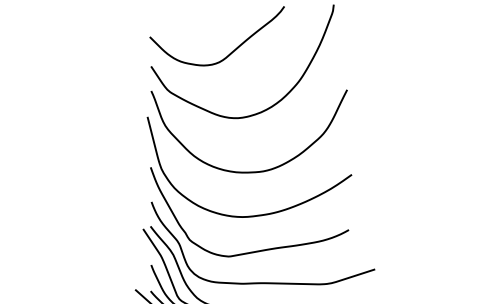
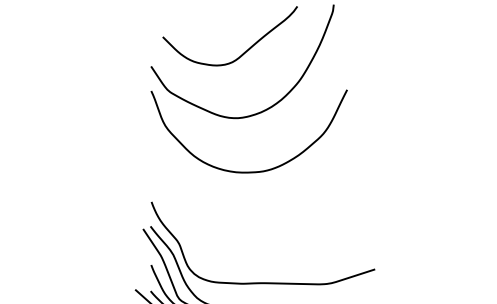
curve at (231, 51) position: (231, 51) -> (244, 51)
part at (249, 215): present -> none
